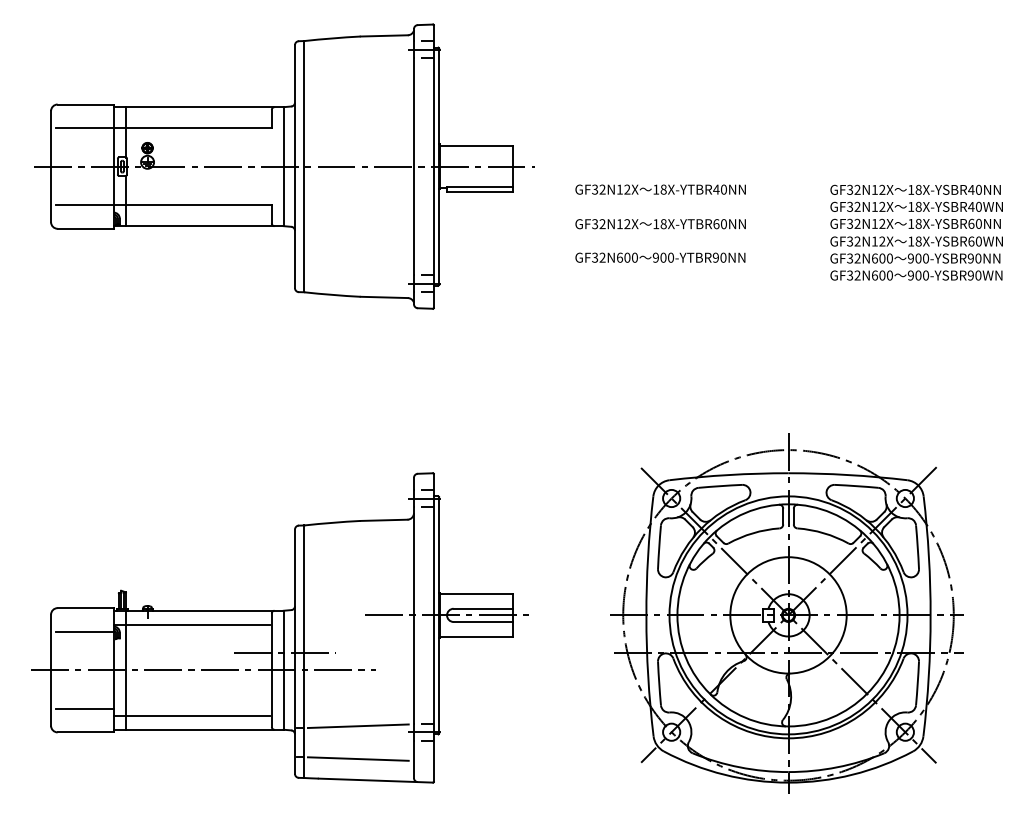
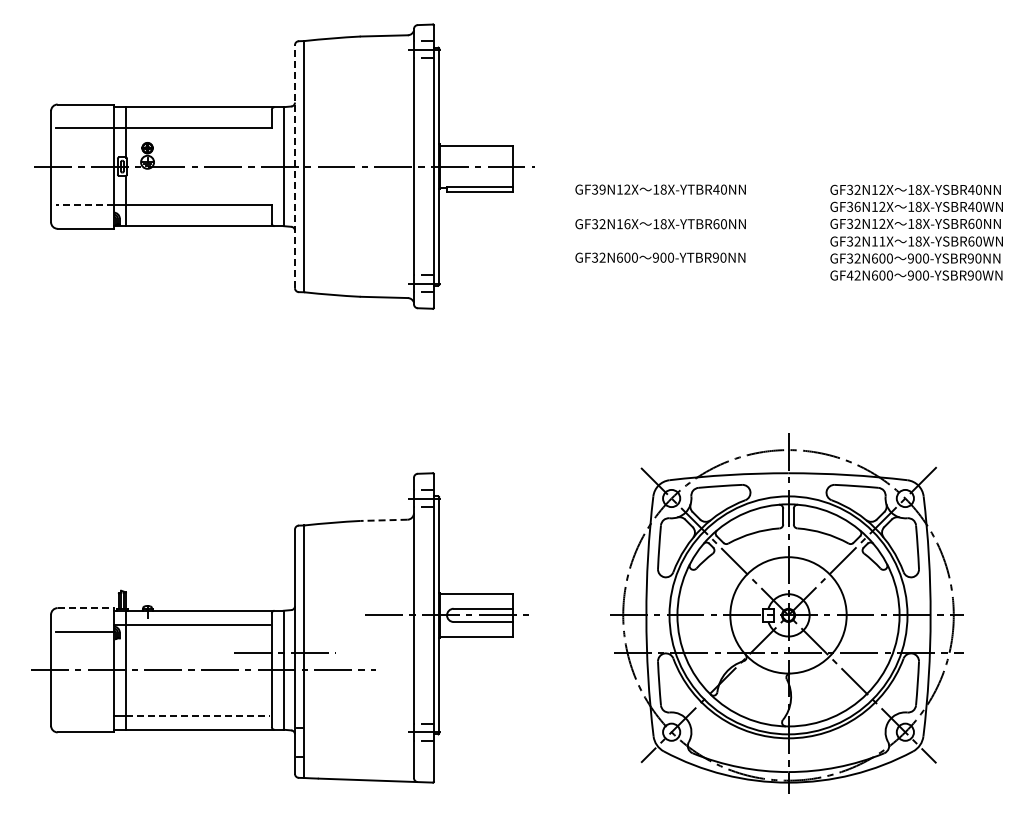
line at (295, 166): solid -> dashed
text at (602, 189): GF32N12X -> GF39N12X
line at (84, 205): solid -> dashed
text at (857, 206): GF32N12X -> GF36N12X
text at (627, 224): GF32N12X -> GF32N16X
text at (882, 241): GF32N12X -> GF32N11X
text at (849, 275): GF32N600 -> GF42N600
line at (383, 520): solid -> dashed
line at (86, 608): solid -> dashed
line at (84, 708): present -> none
line at (198, 715): solid -> dashed
line at (357, 726): present -> none
line at (357, 758): present -> none
